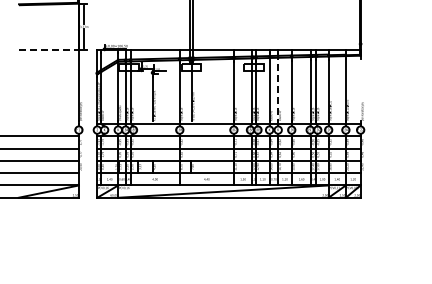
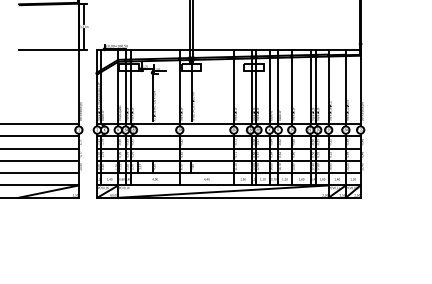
line at (49, 50): dashed -> solid
line at (278, 87): dashed -> solid
line at (360, 89): none -> present
line at (40, 123): none -> present
